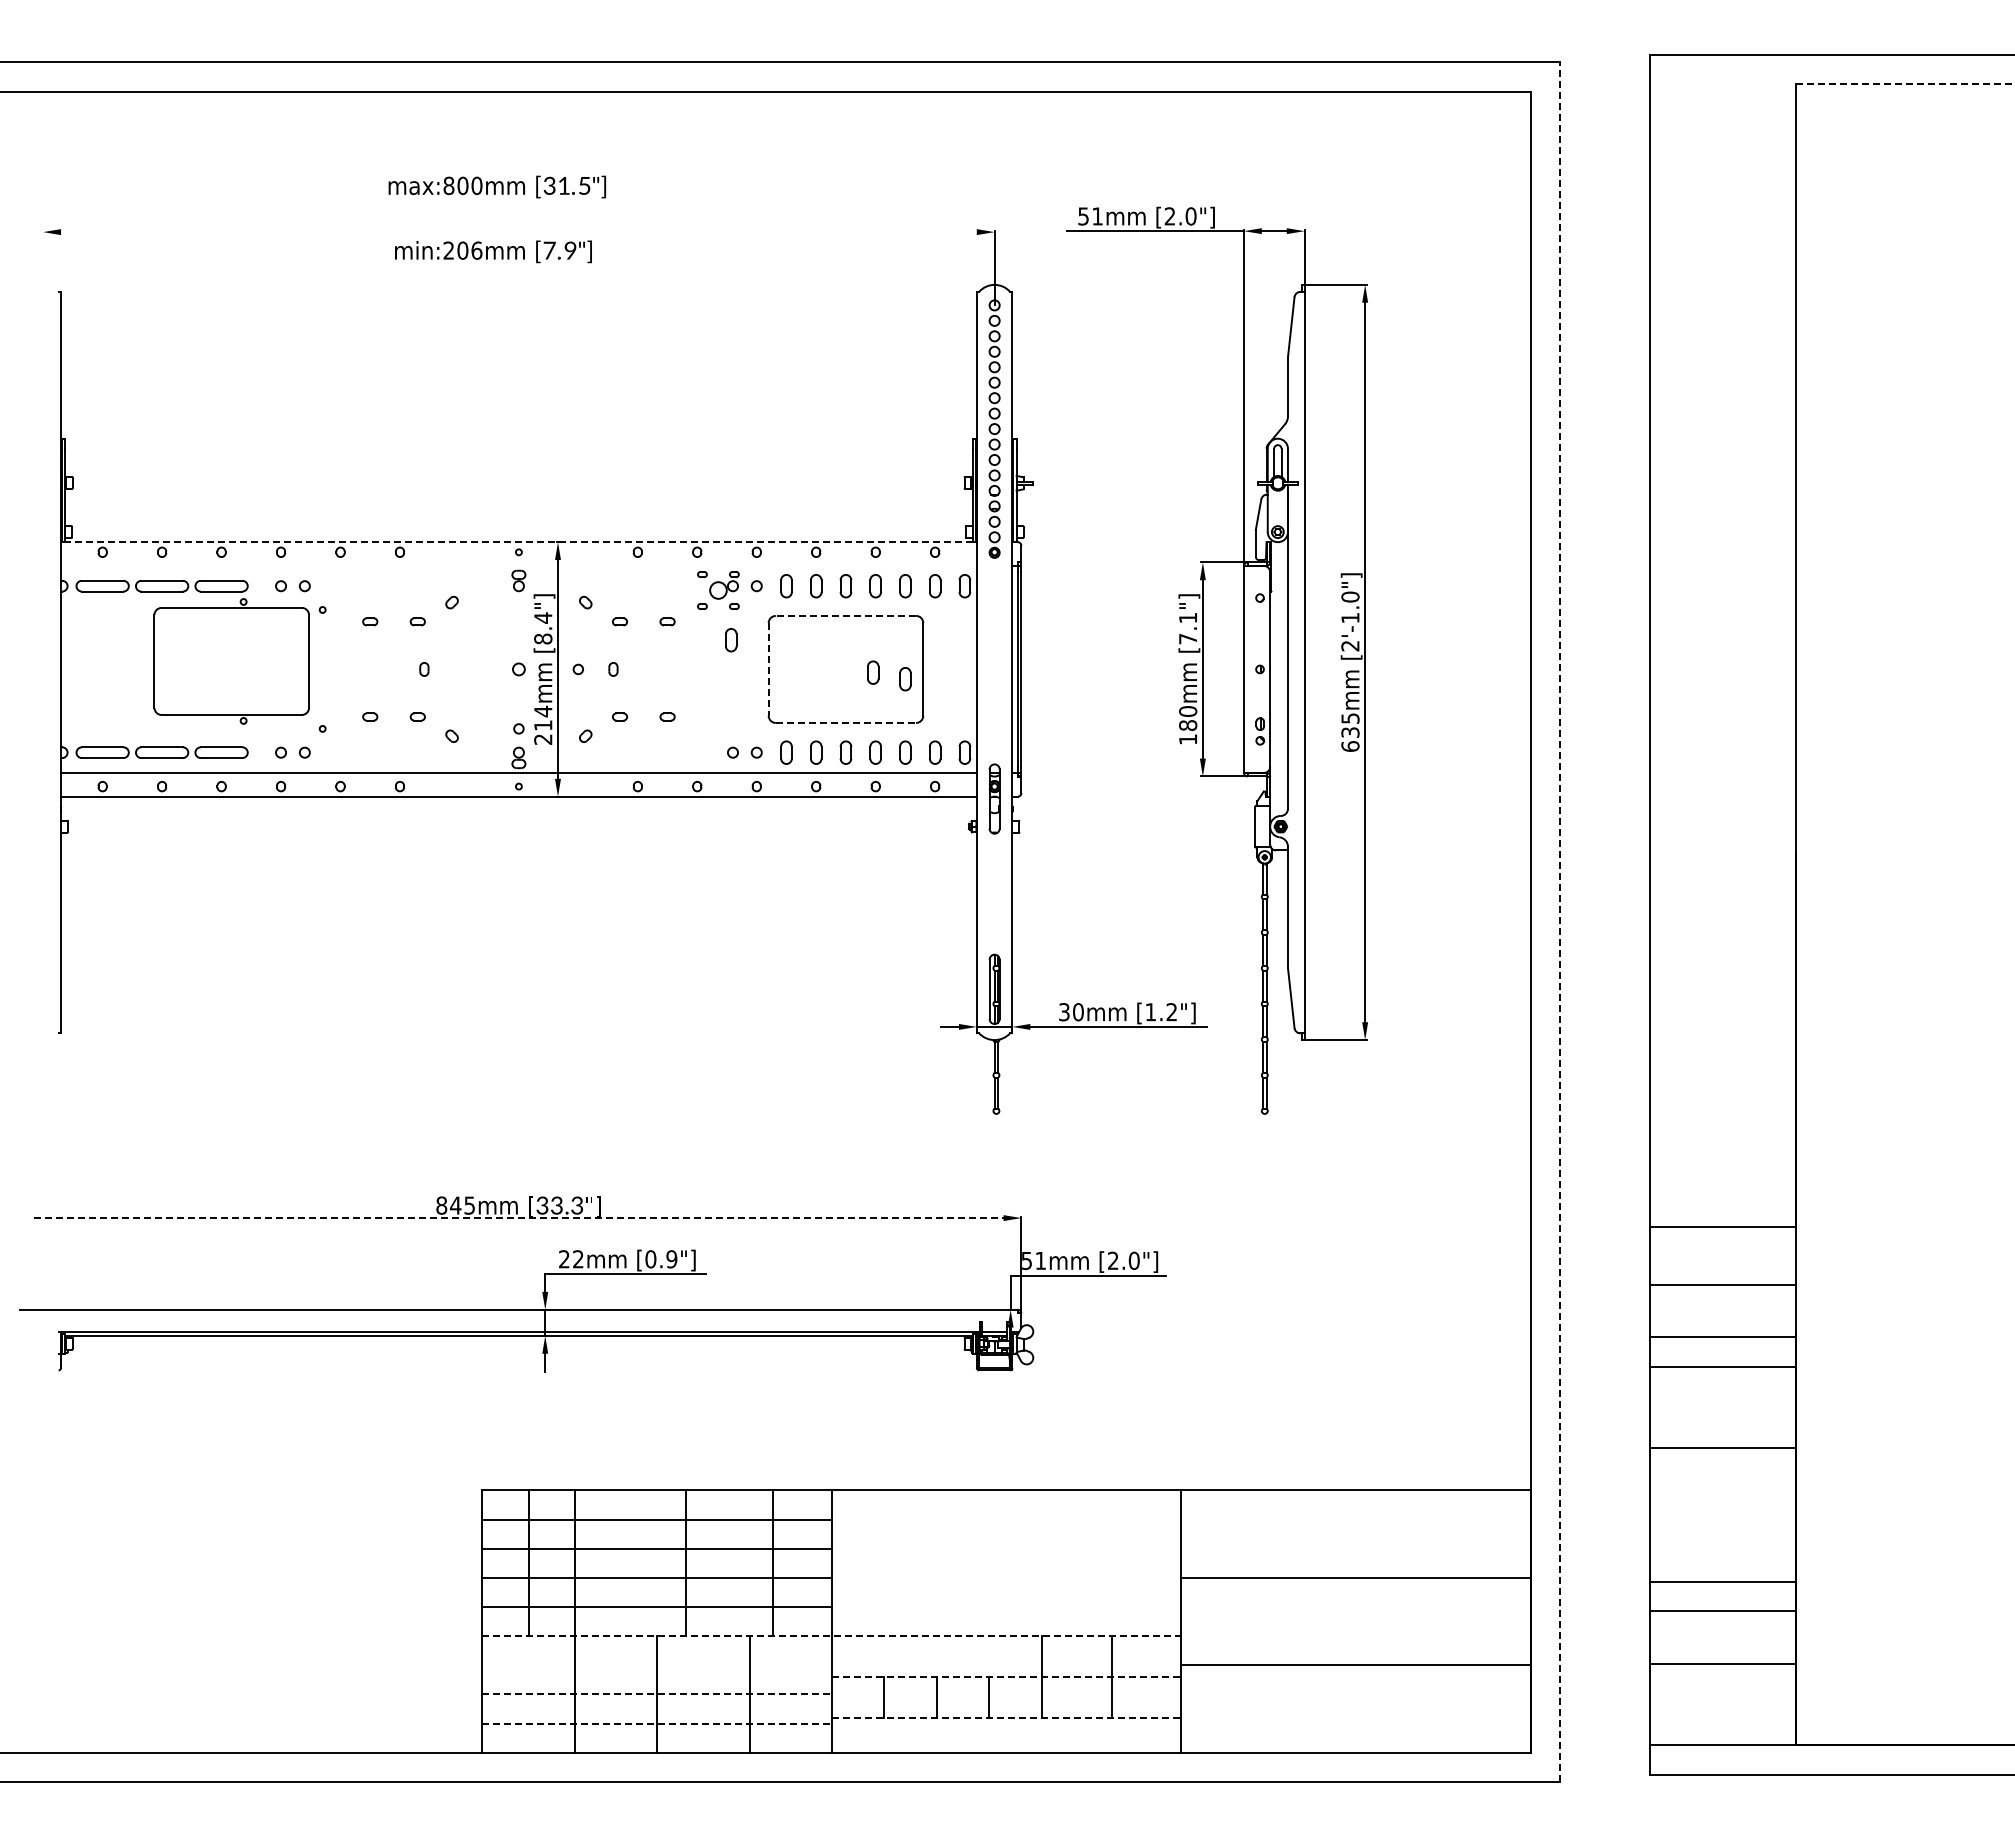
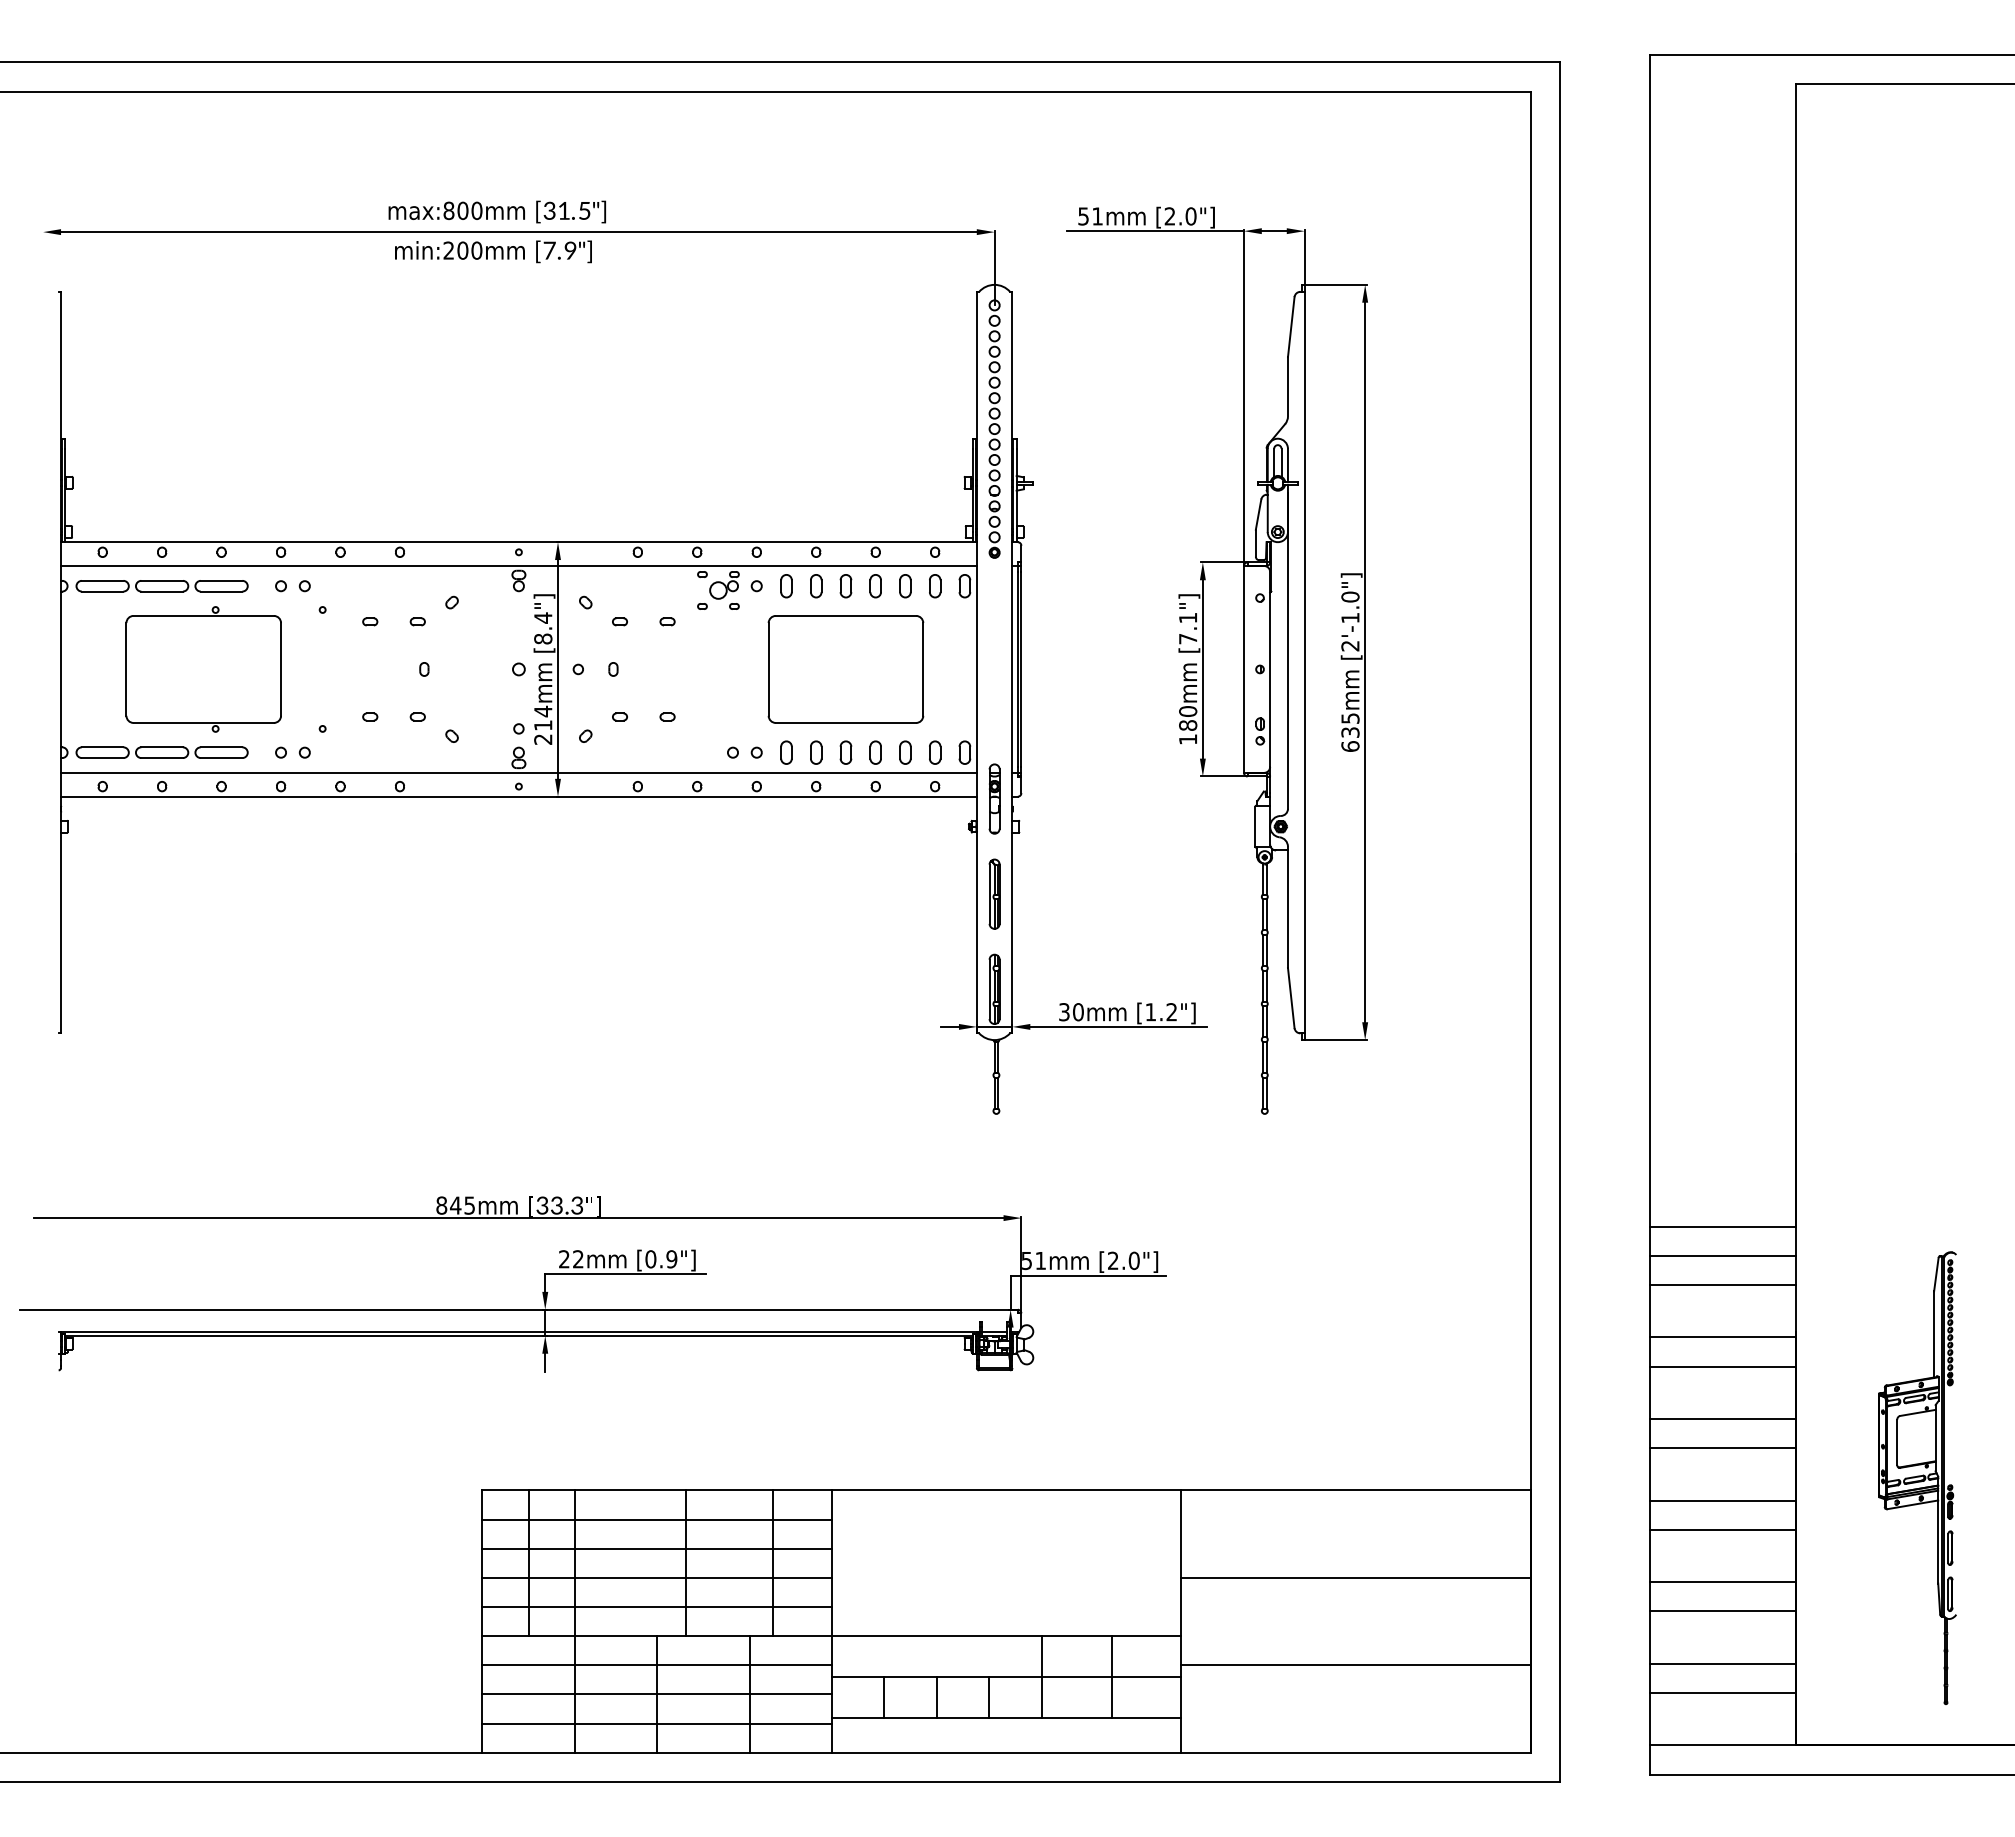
line at (1904, 84): dashed -> solid
text at (496, 186) position: (496, 186) -> (496, 211)
line at (518, 232): none -> present
text at (476, 250): min:206mm -> min:200mm
line at (518, 542): dashed -> solid
line at (518, 565): none -> present
line at (845, 615): dashed -> solid
part at (731, 640): present -> none
part at (231, 661) position: (231, 661) -> (203, 669)
line at (768, 669): dashed -> solid
part at (873, 672): present -> none
part at (905, 679): present -> none
line at (846, 722): dashed -> solid
part at (994, 893): none -> present
line at (1560, 922): dashed -> solid
line at (518, 1218): dashed -> solid
line at (1722, 1255): none -> present
line at (1722, 1419): none -> present
part at (1917, 1477): none -> present
line at (1722, 1500): none -> present
line at (1722, 1529): none -> present
line at (831, 1636): dashed -> solid
line at (656, 1665): none -> present
line at (1006, 1676): dashed -> solid
line at (1722, 1692): none -> present
line at (656, 1694): dashed -> solid
line at (1006, 1717): dashed -> solid
line at (656, 1723): dashed -> solid
